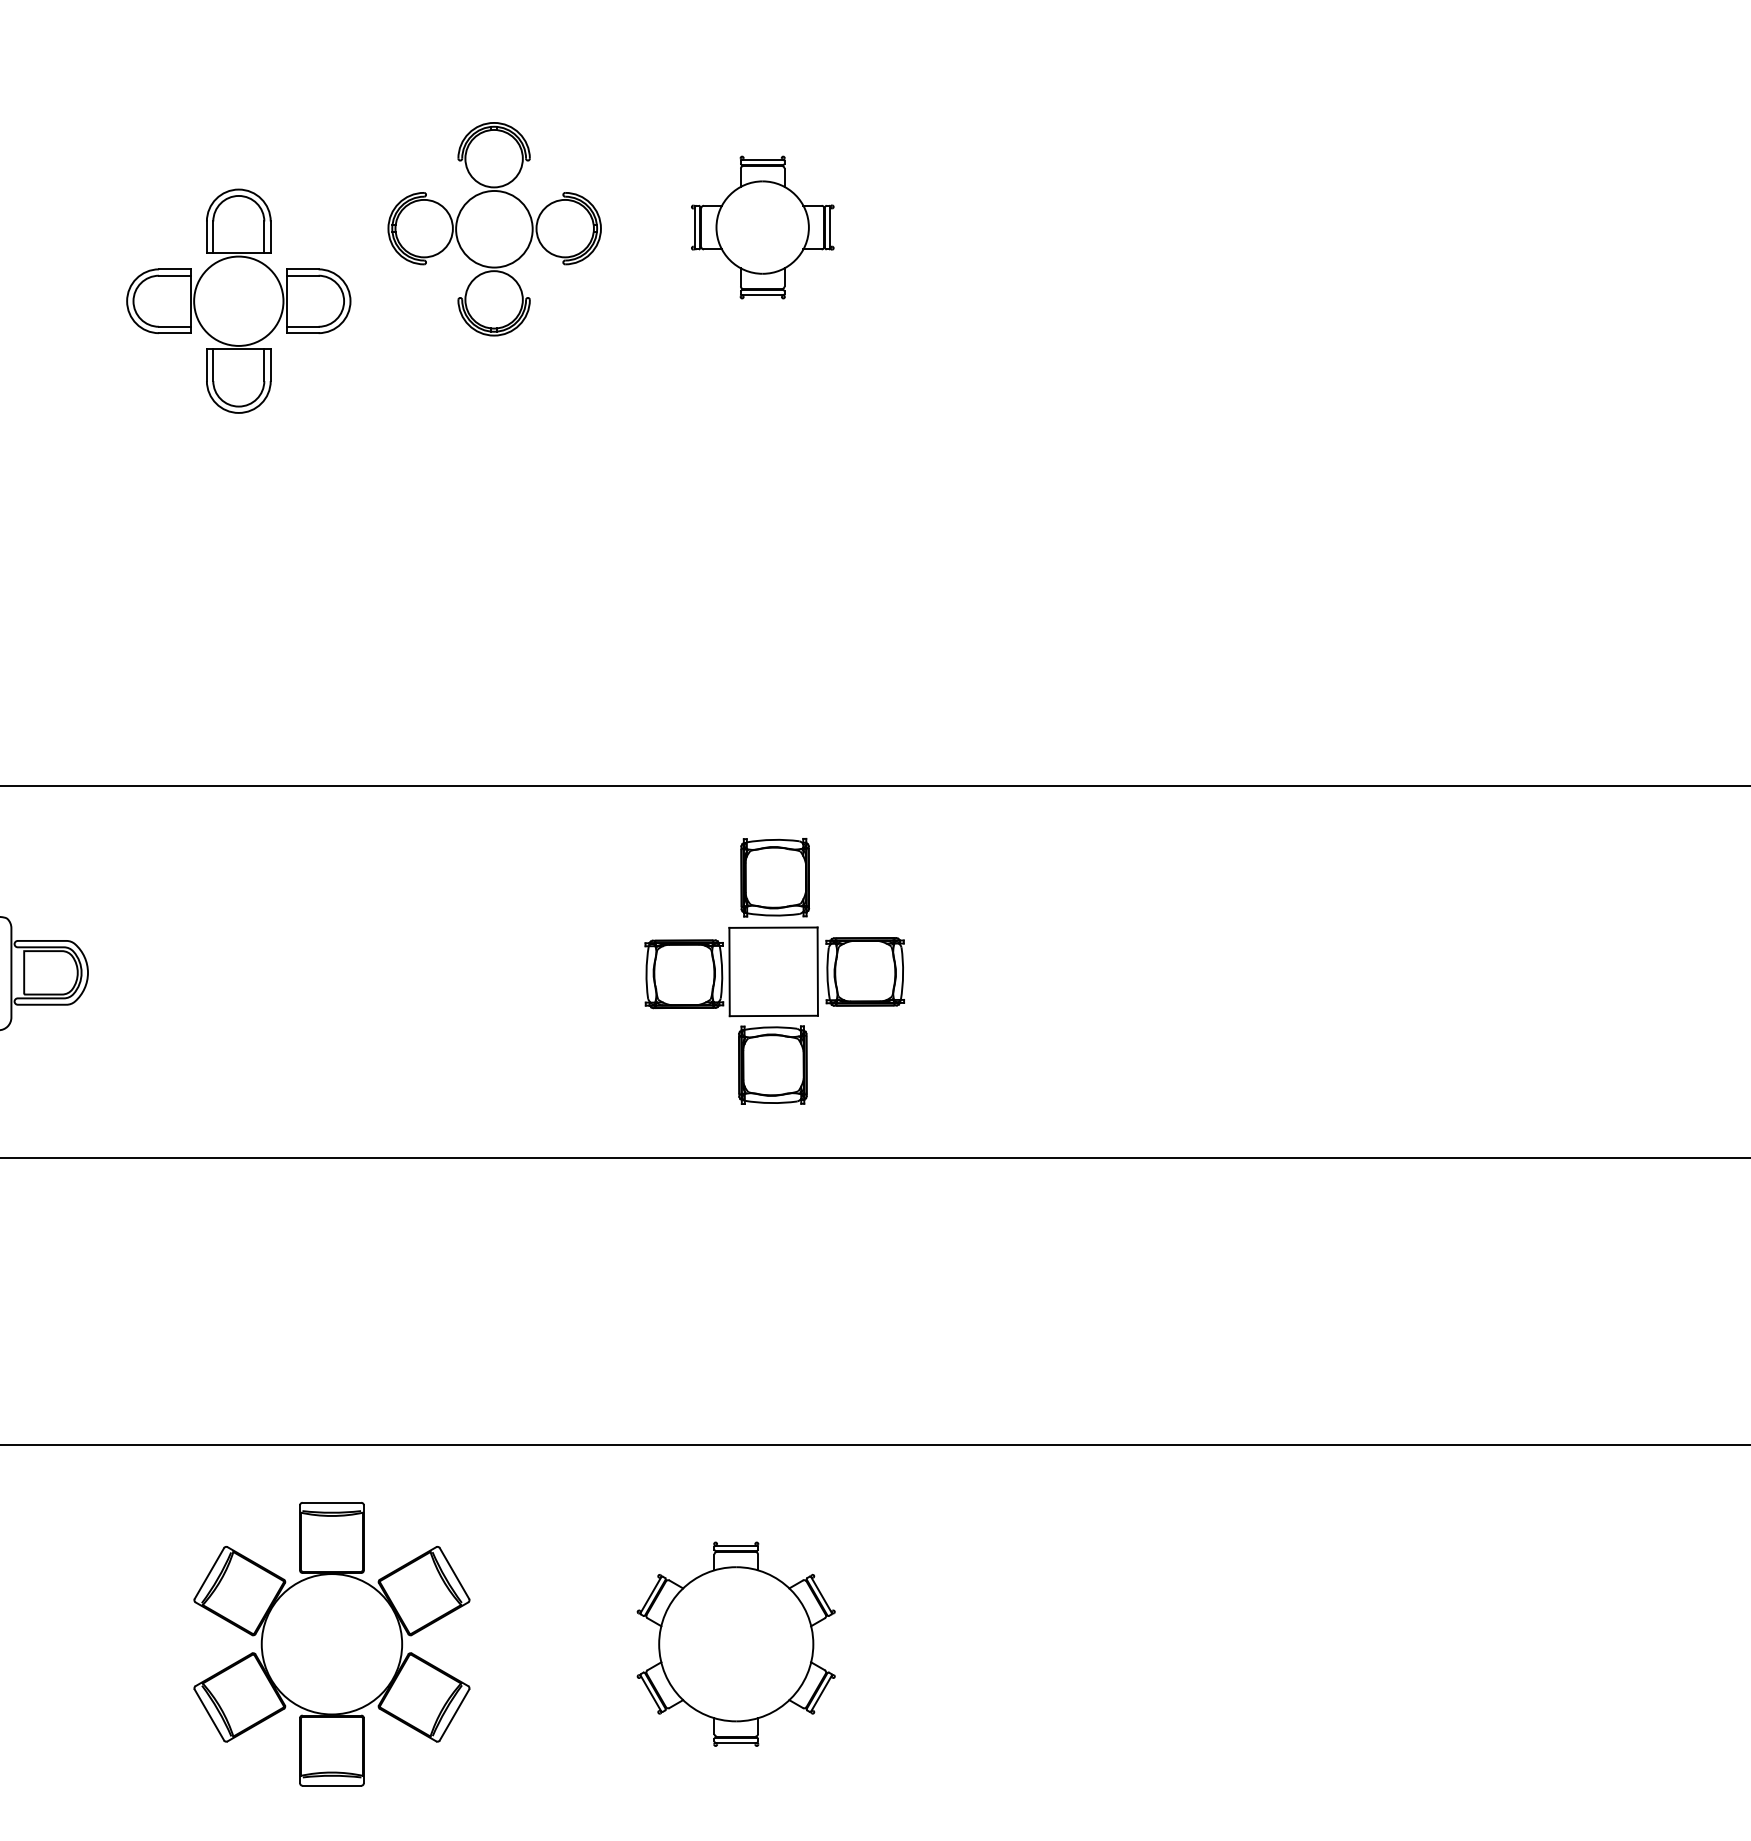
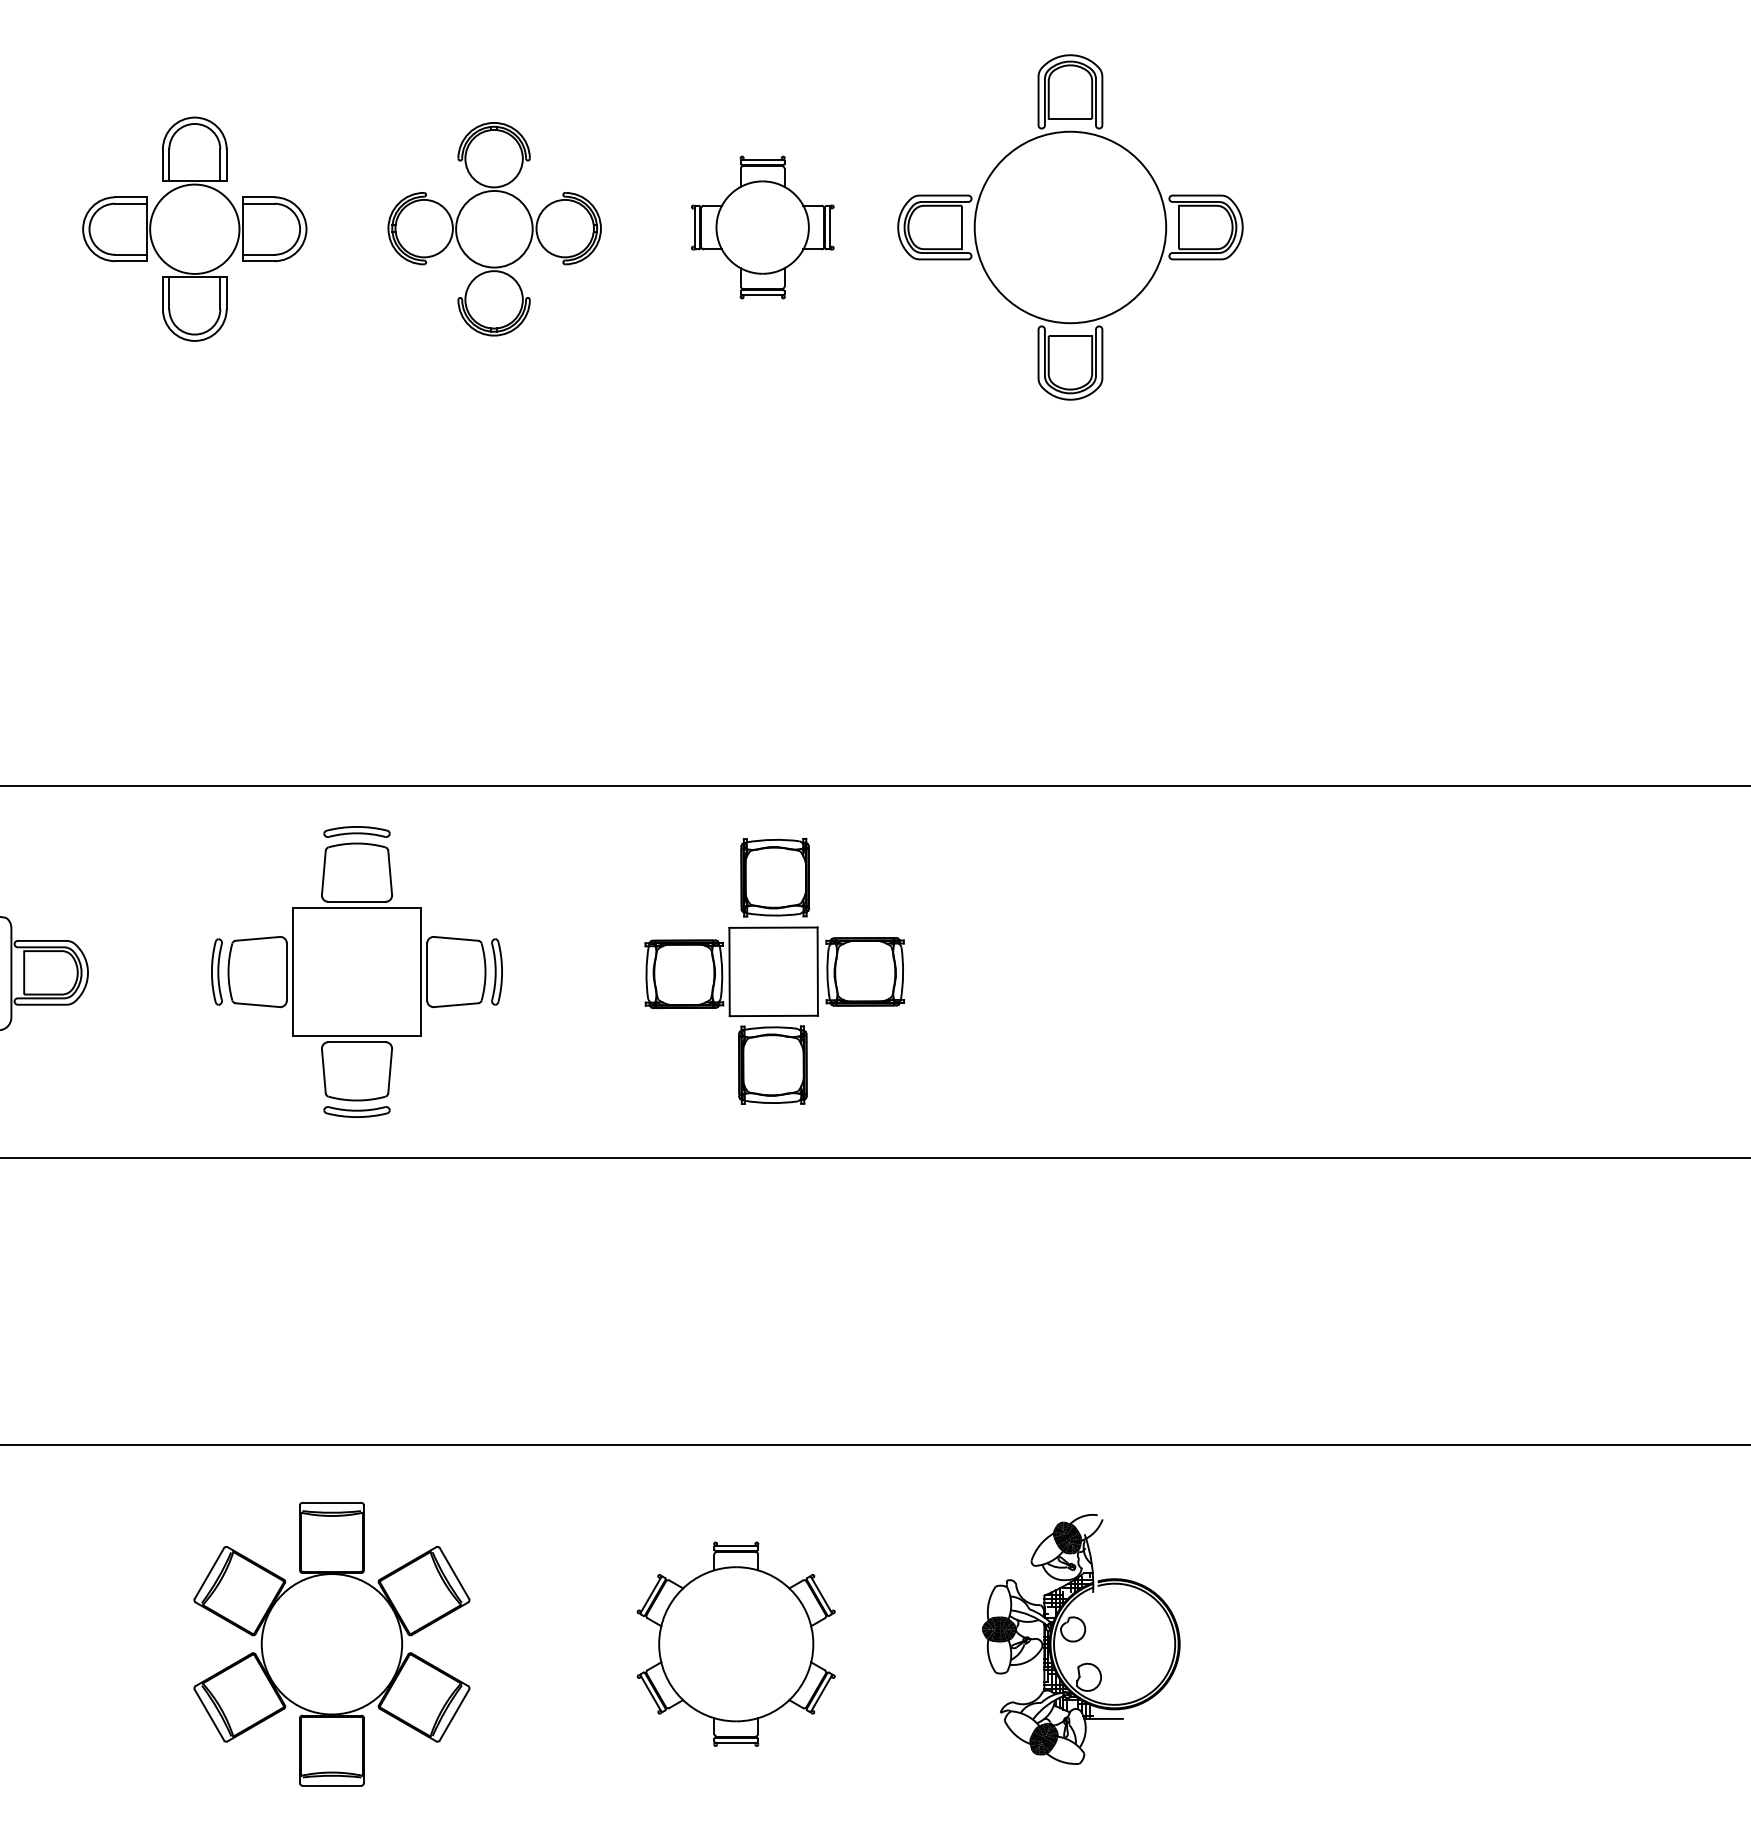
part at (1070, 227): none -> present
part at (238, 300) position: (238, 300) -> (194, 228)
part at (356, 971): none -> present
part at (1081, 1639): none -> present
